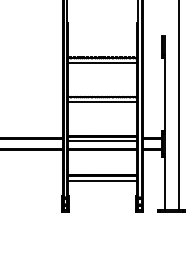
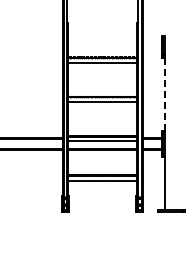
line at (164, 94): solid -> dashed
line at (178, 106): present -> none
